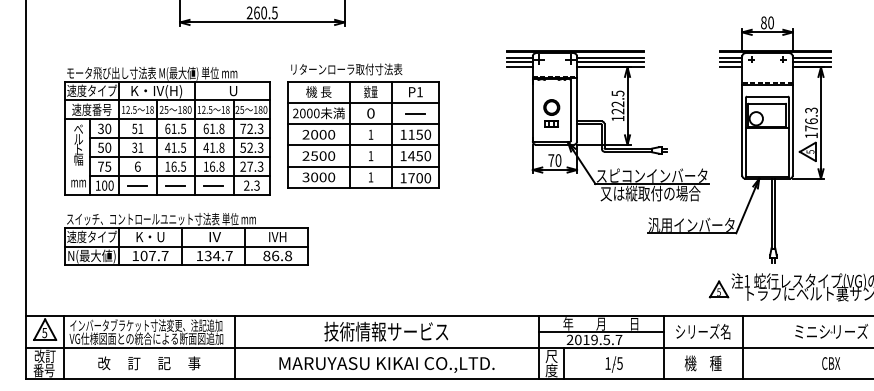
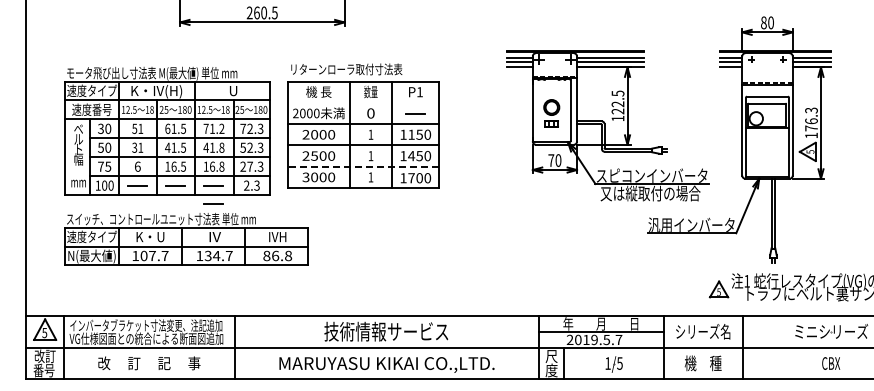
line at (363, 102): present -> none
text at (213, 128): 61.8 -> 71.2
line at (363, 166): solid -> dashed
line at (213, 203): none -> present
